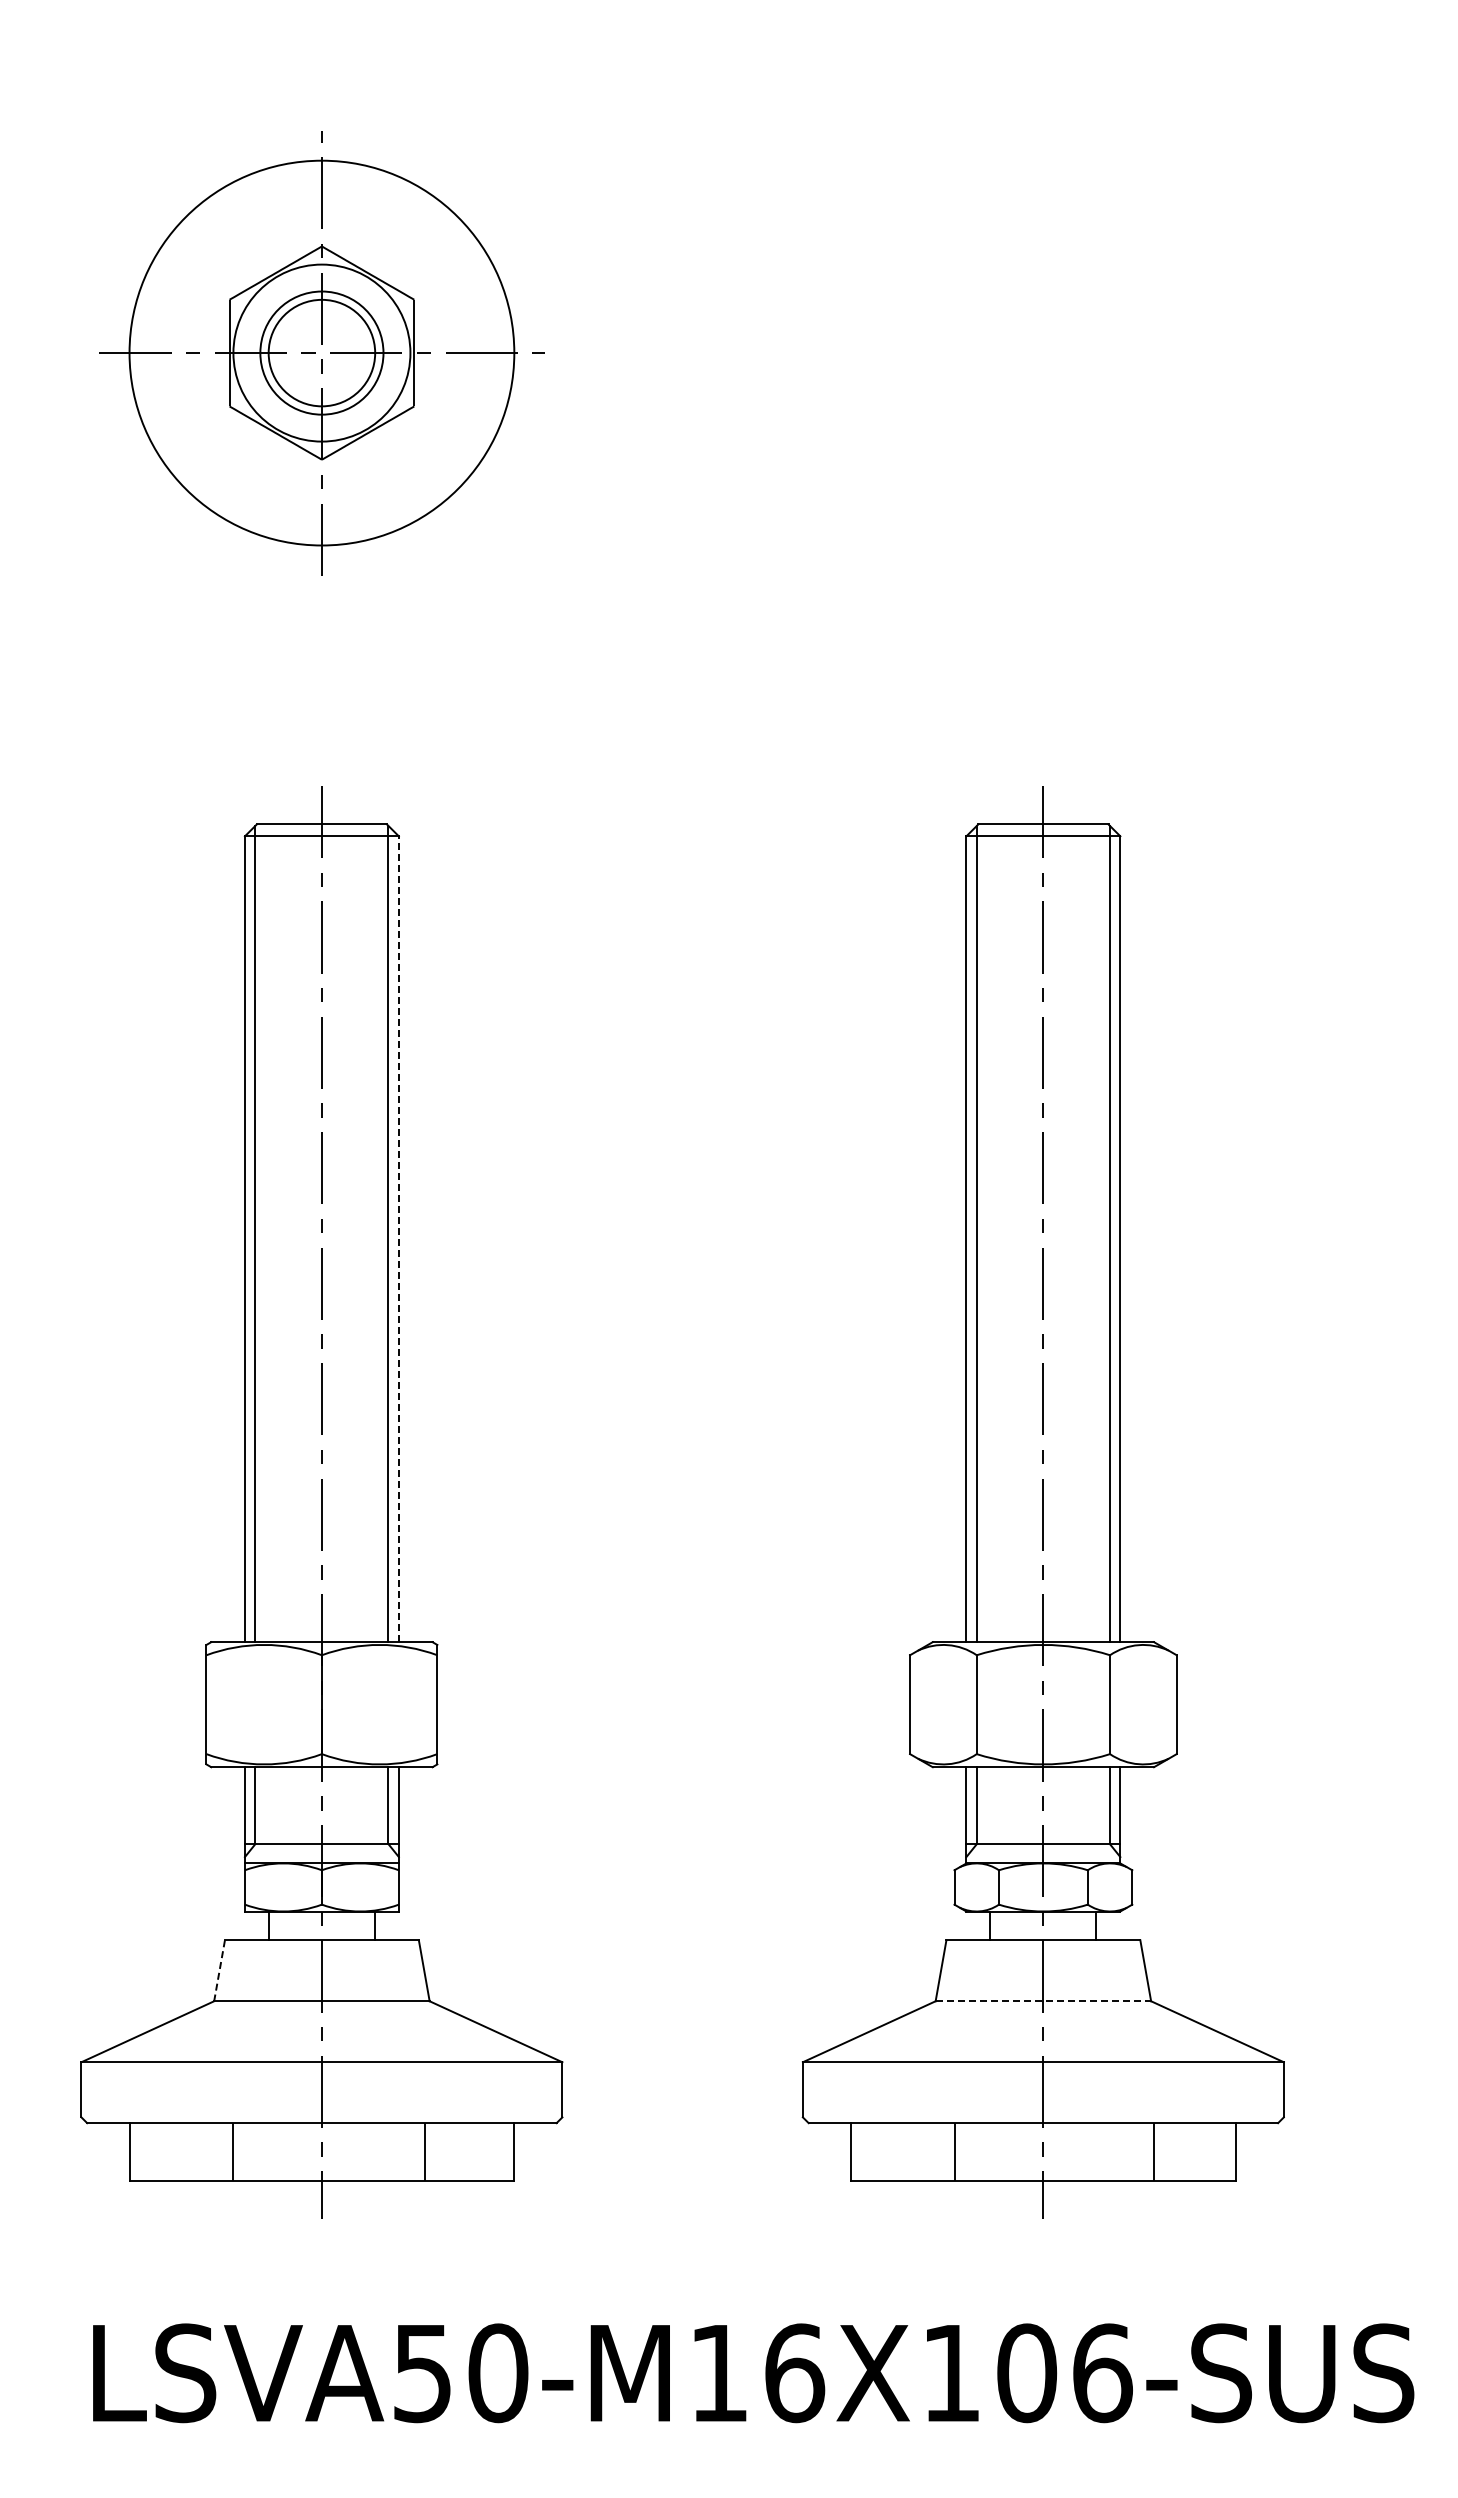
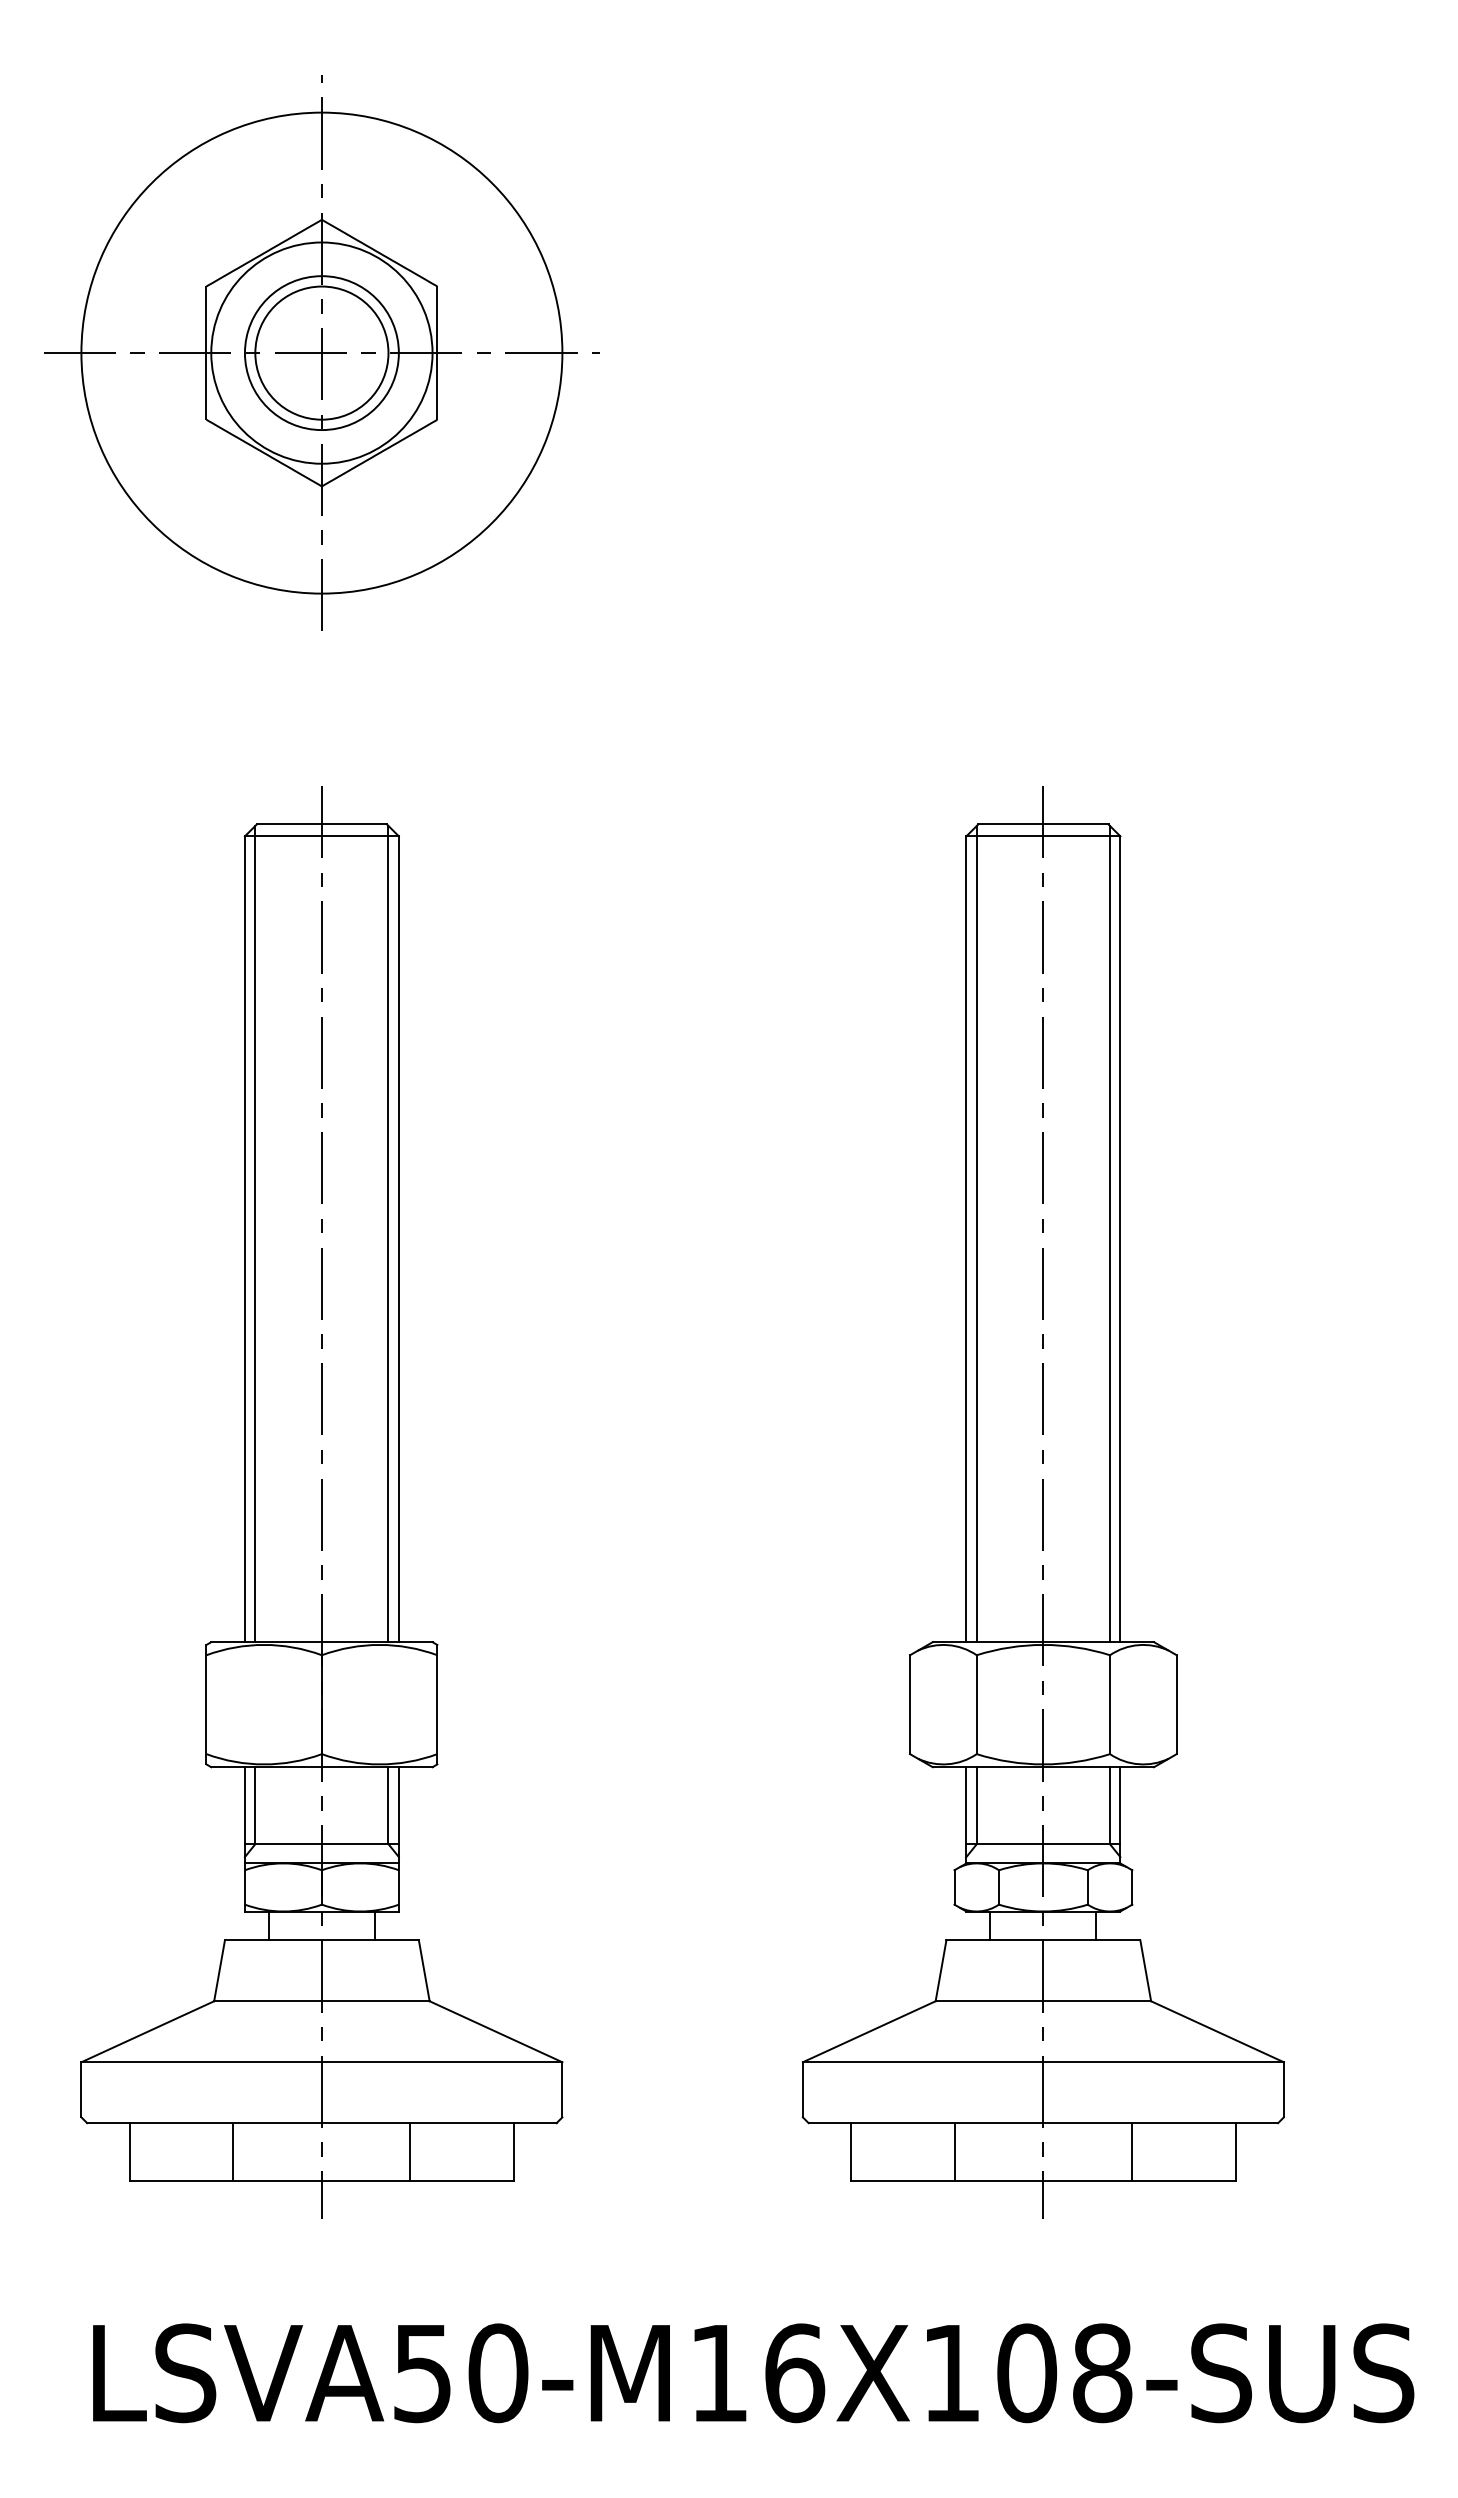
part at (321, 353) size: 446x445 px -> 556x556 px
line at (398, 1239): dashed -> solid
line at (219, 1970): dashed -> solid
line at (1043, 2001): dashed -> solid
line at (425, 2151) position: (425, 2151) -> (410, 2151)
line at (1153, 2151) position: (1153, 2151) -> (1131, 2151)
text at (1102, 2373): LSVA50-M16X106-SUS -> LSVA50-M16X108-SUS
